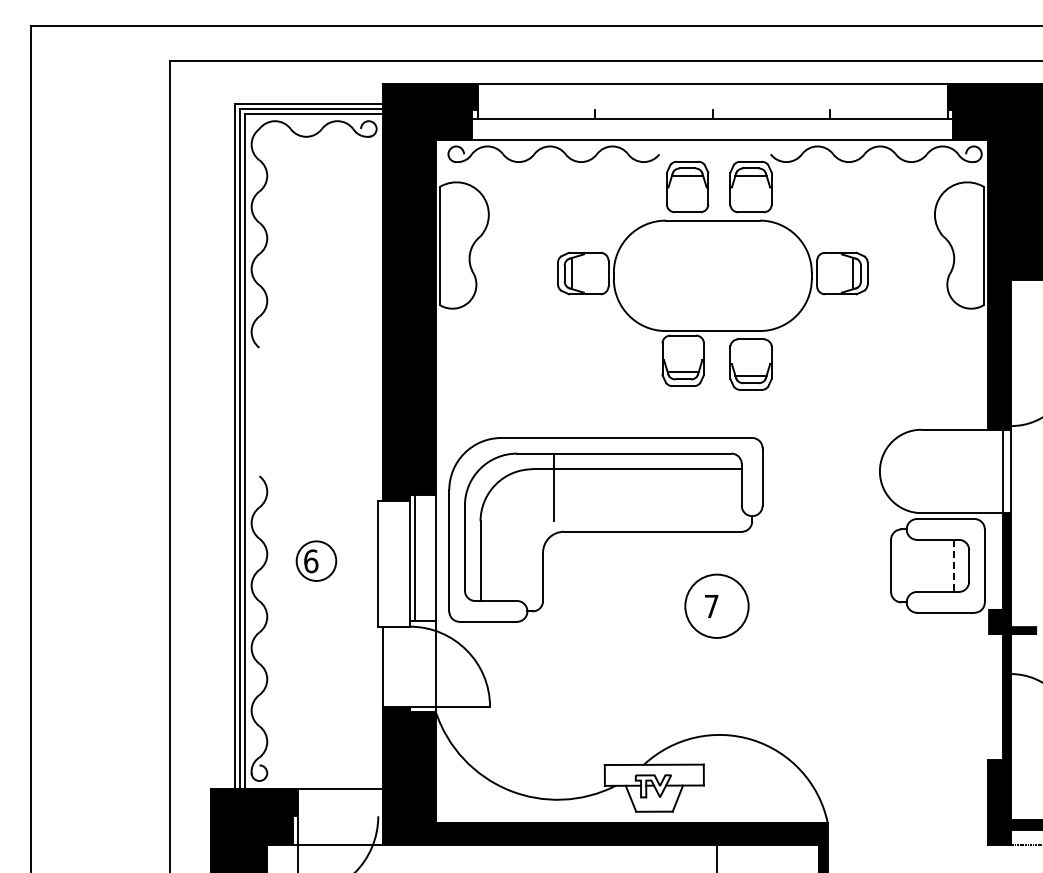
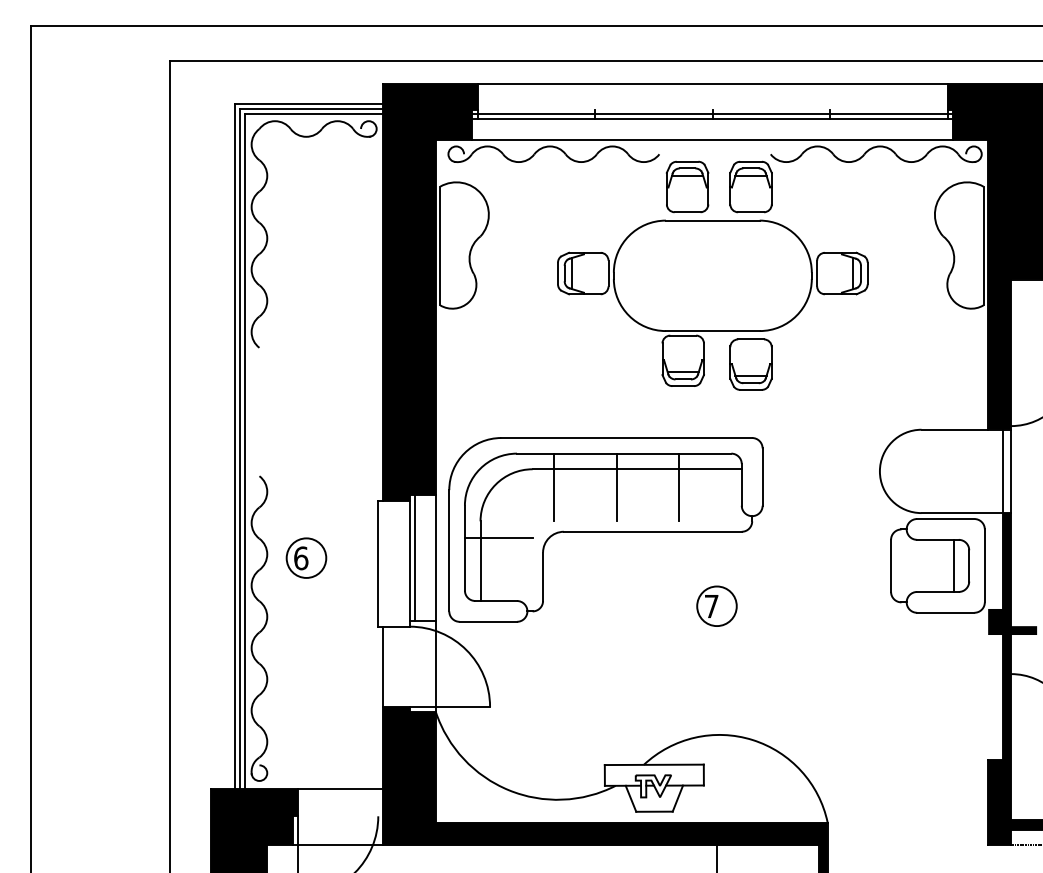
line at (712, 114): none -> present
line at (616, 487): none -> present
line at (679, 487): none -> present
line at (498, 538): none -> present
part at (316, 560) position: (316, 560) -> (306, 557)
line at (953, 566): dashed -> solid
circle at (716, 605) diameter: 63 px -> 40 px
